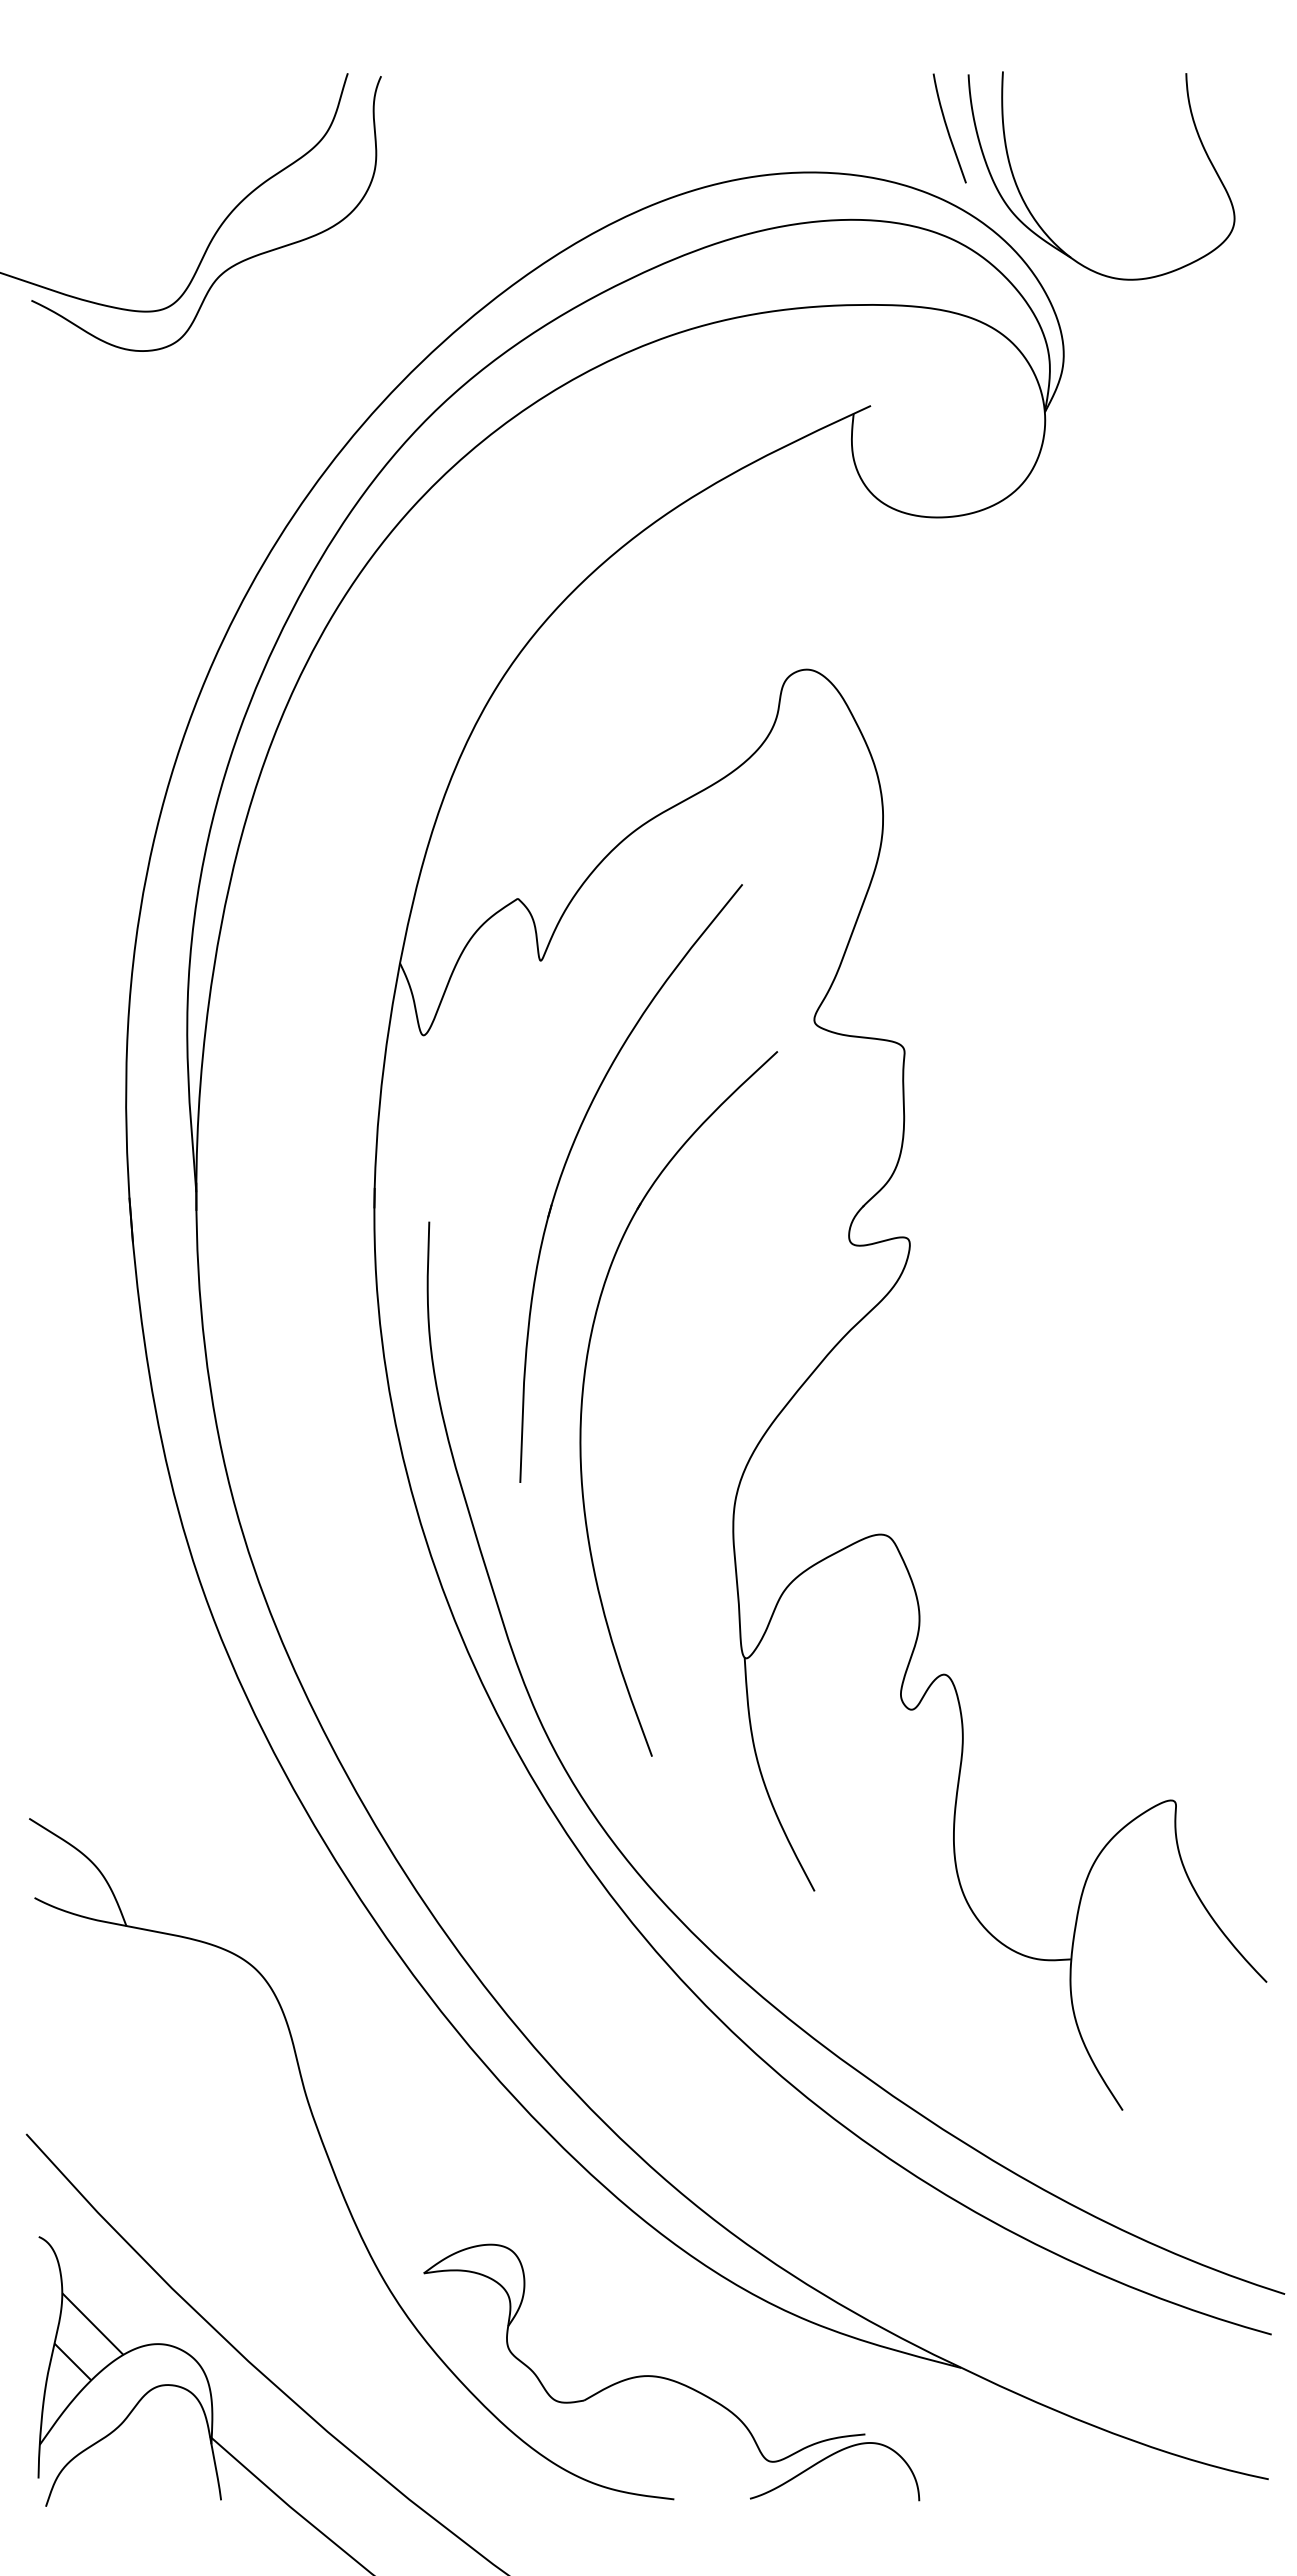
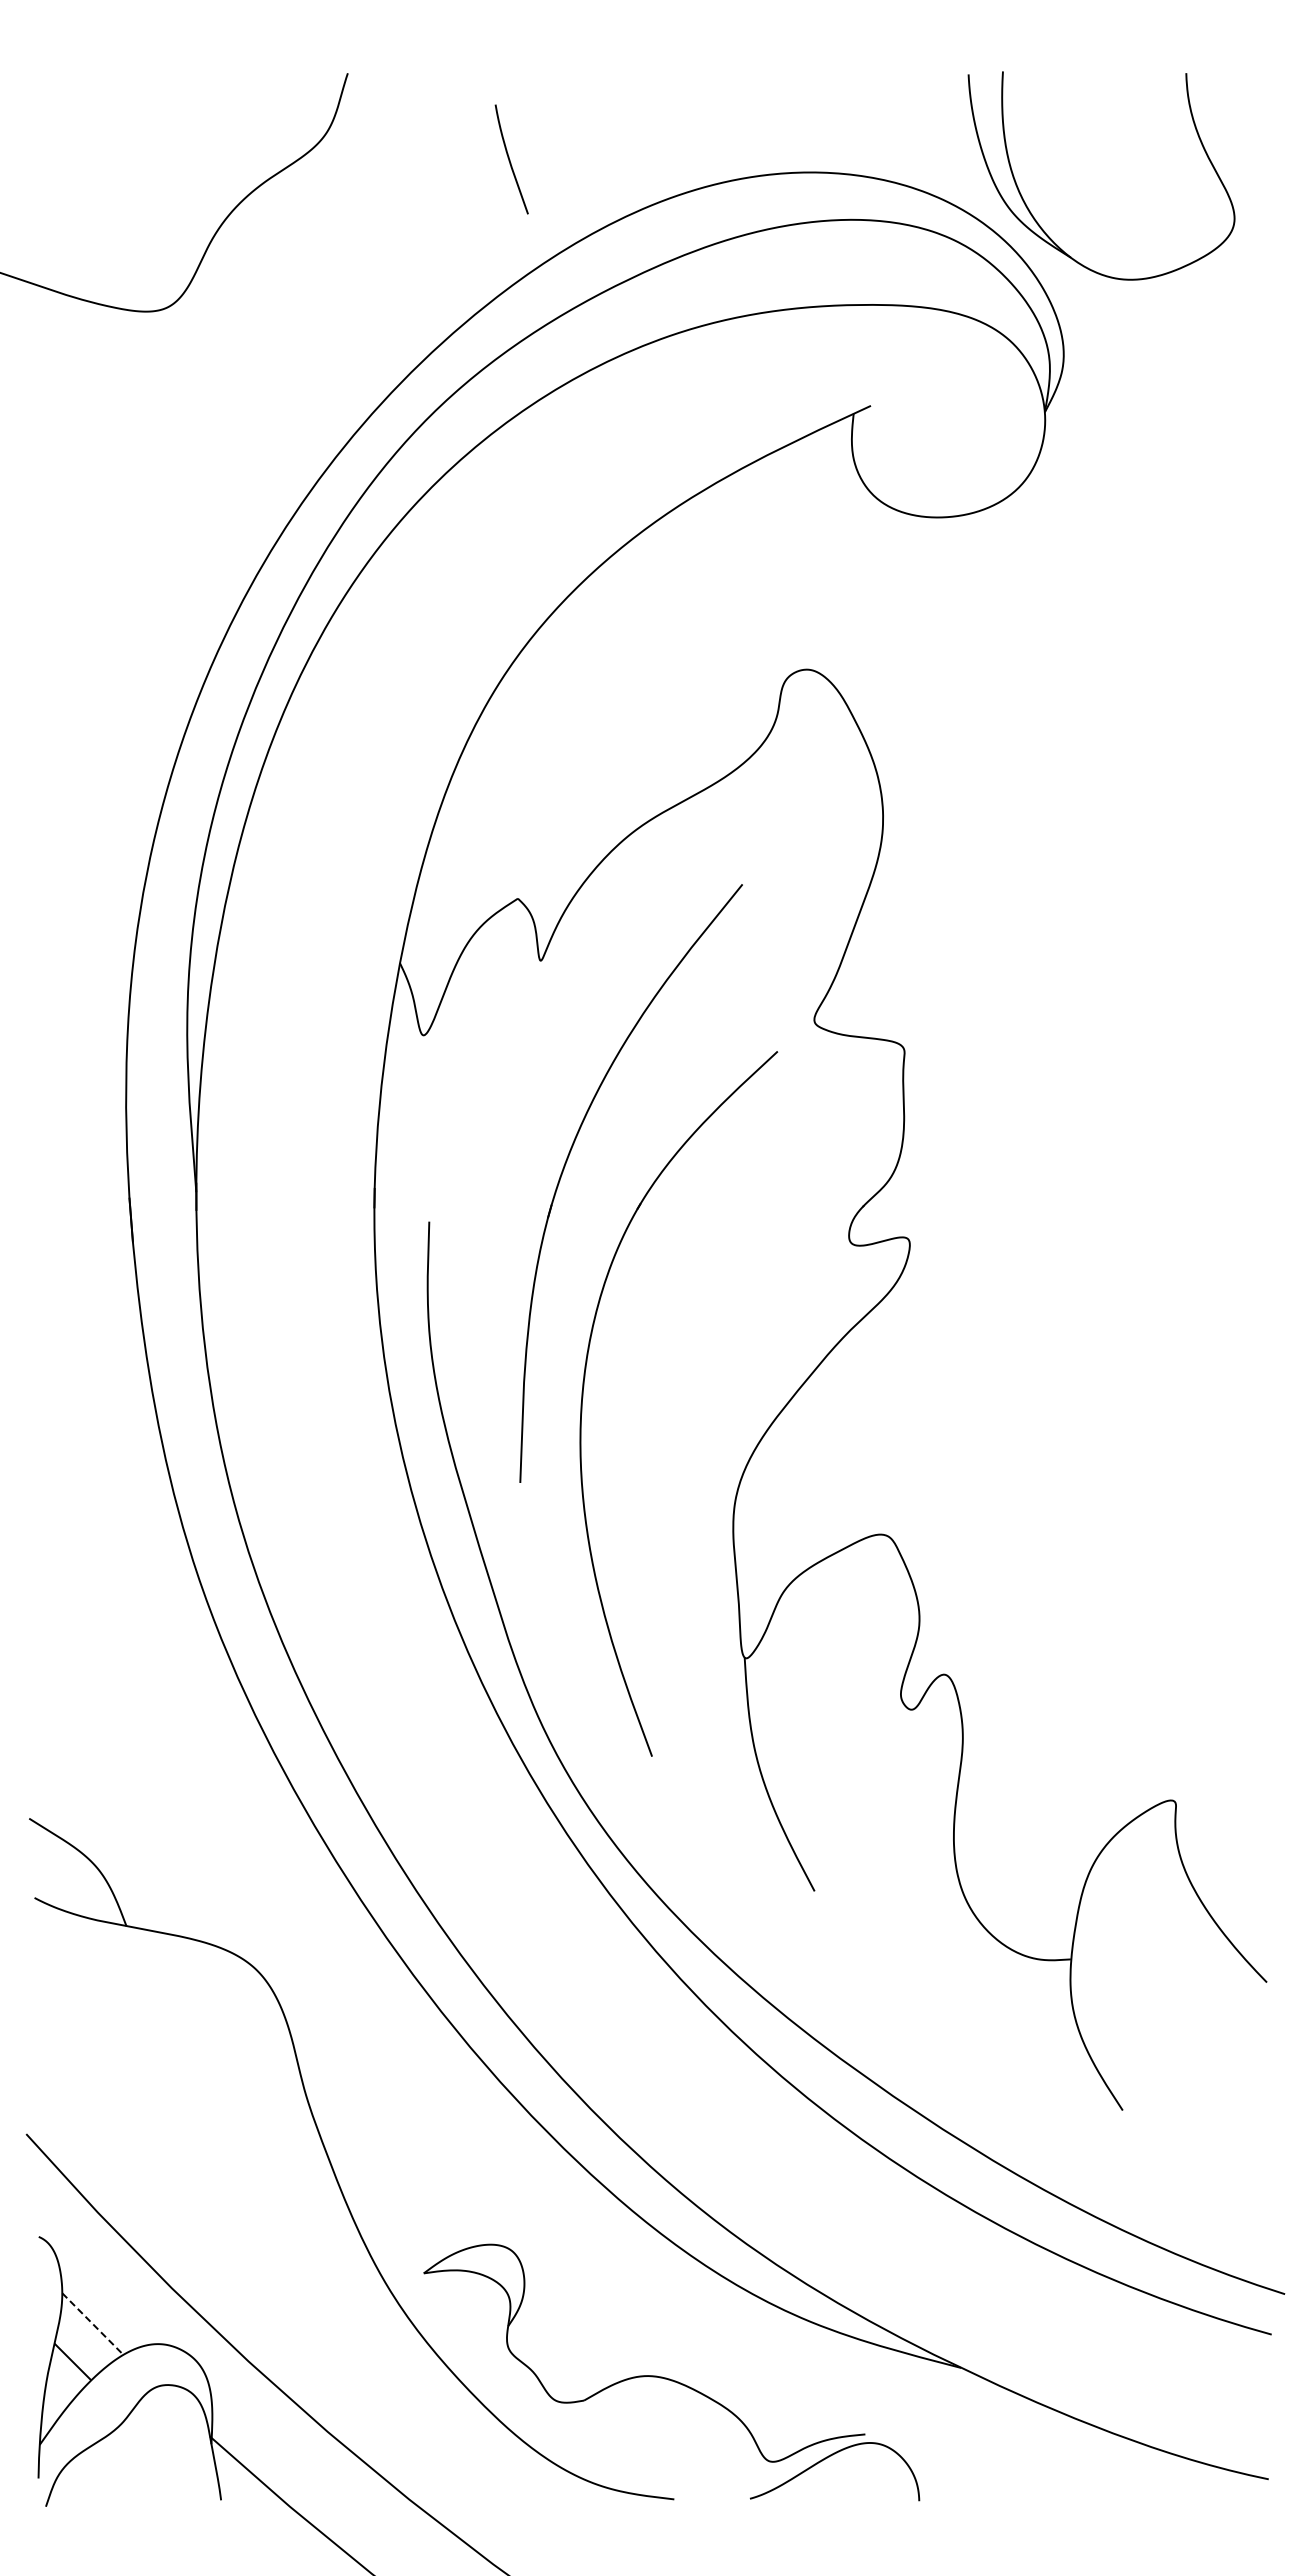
curve at (948, 128) position: (948, 128) -> (510, 159)
curve at (233, 264): present -> none
line at (93, 2324): solid -> dashed
